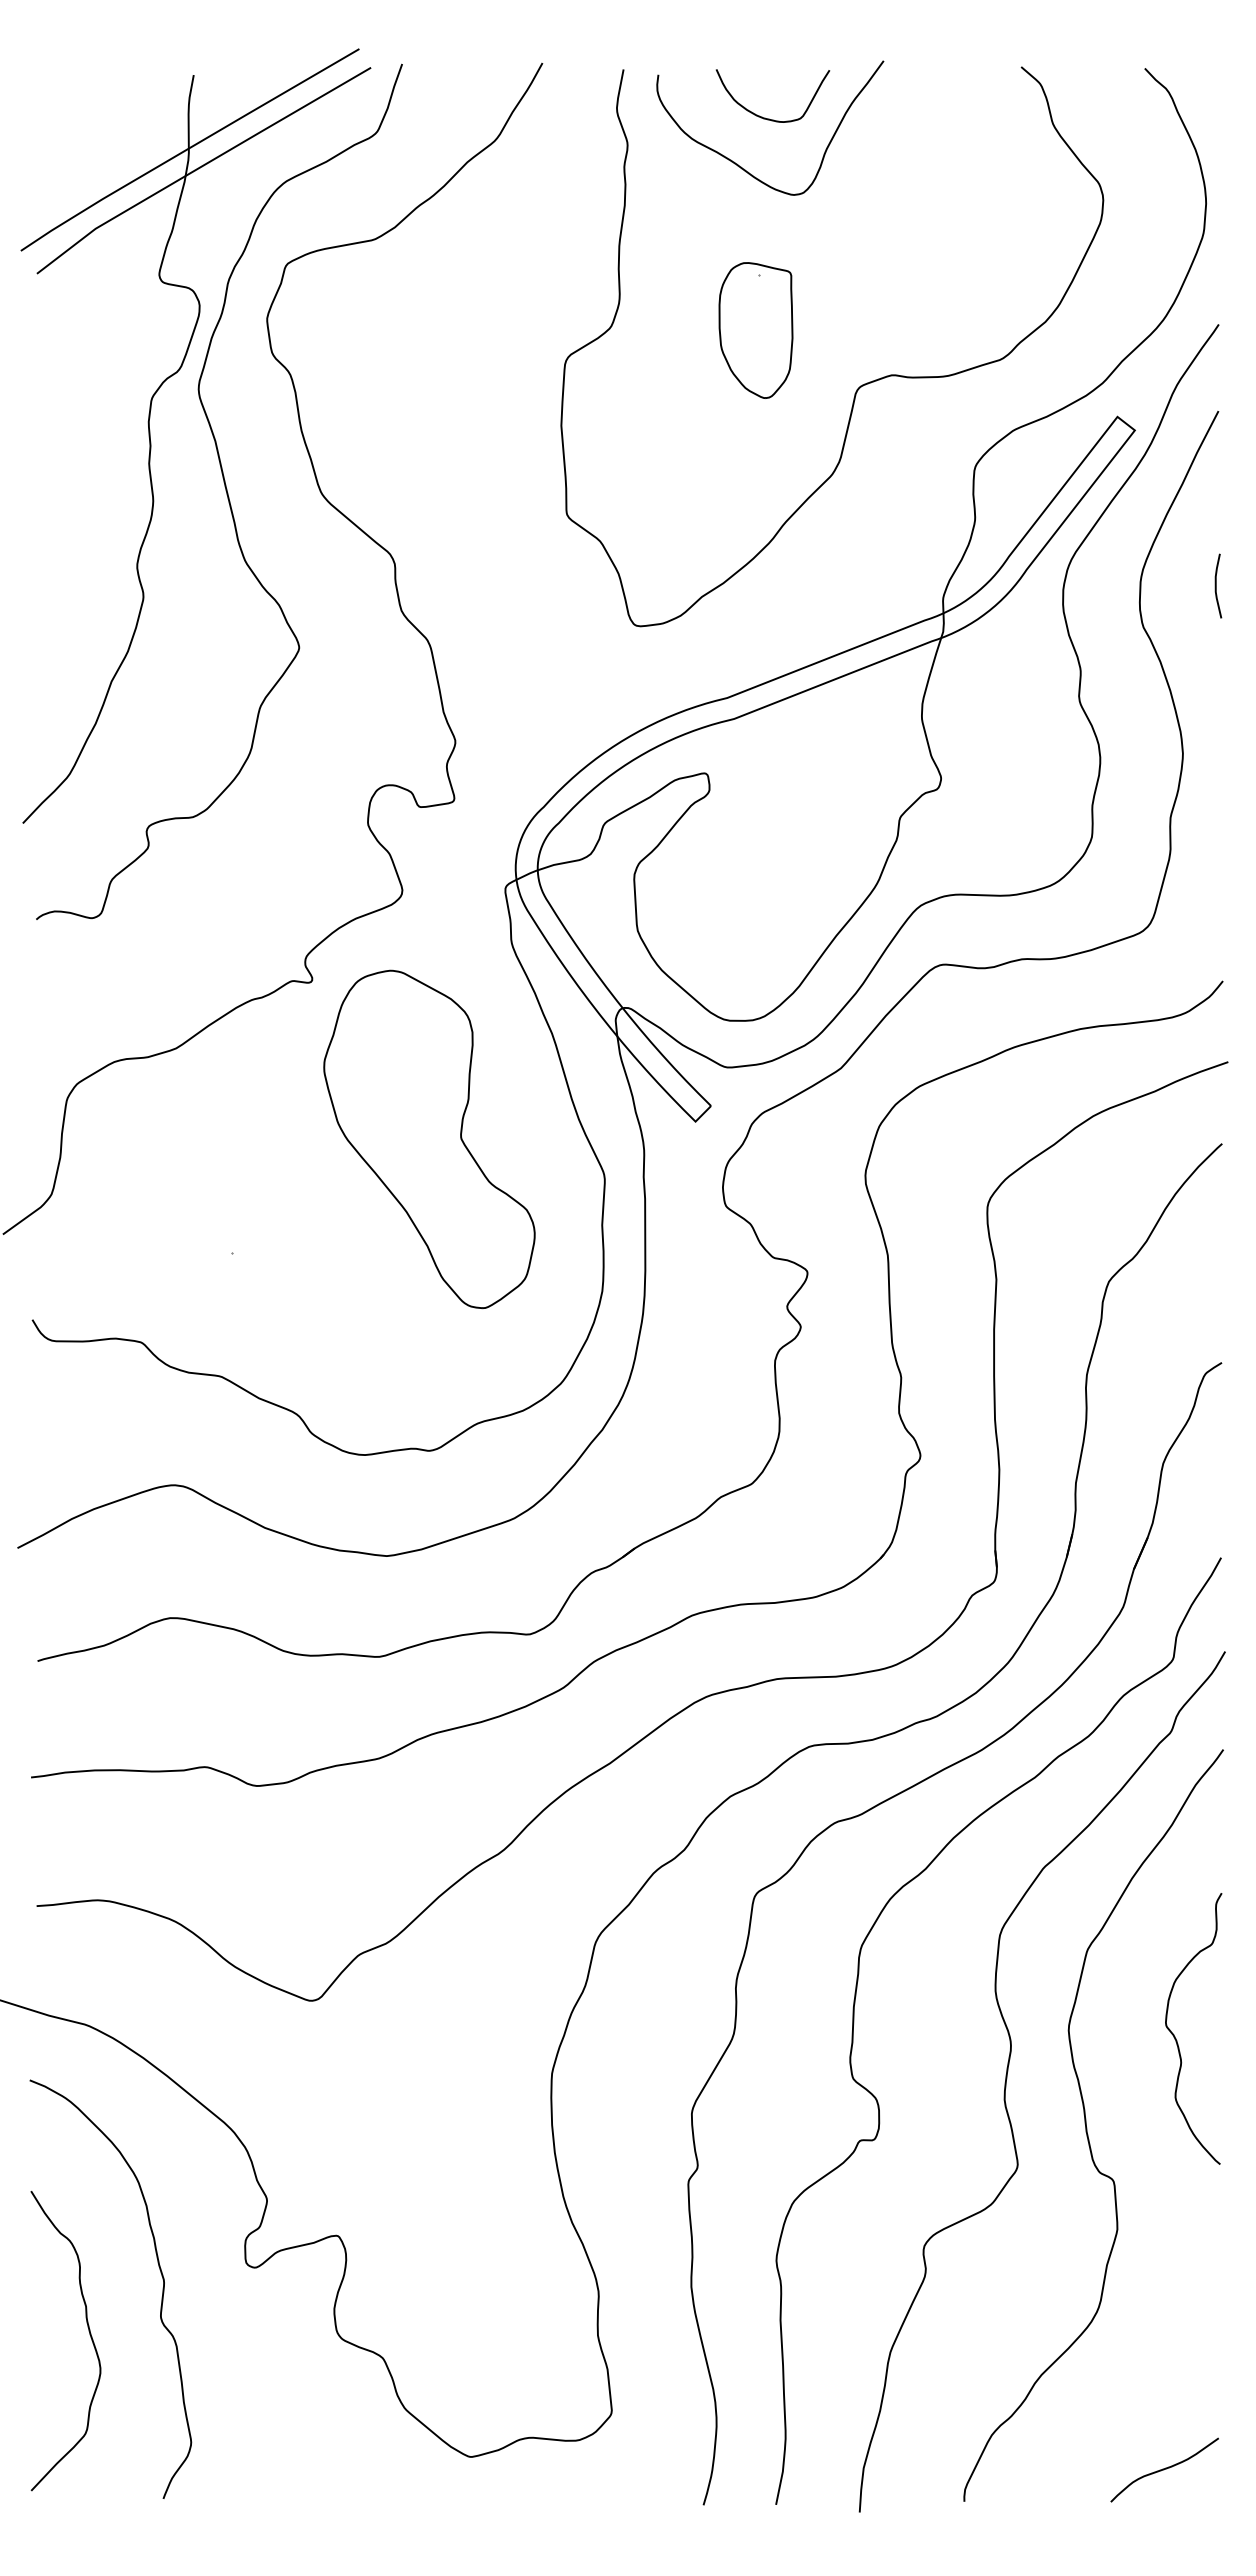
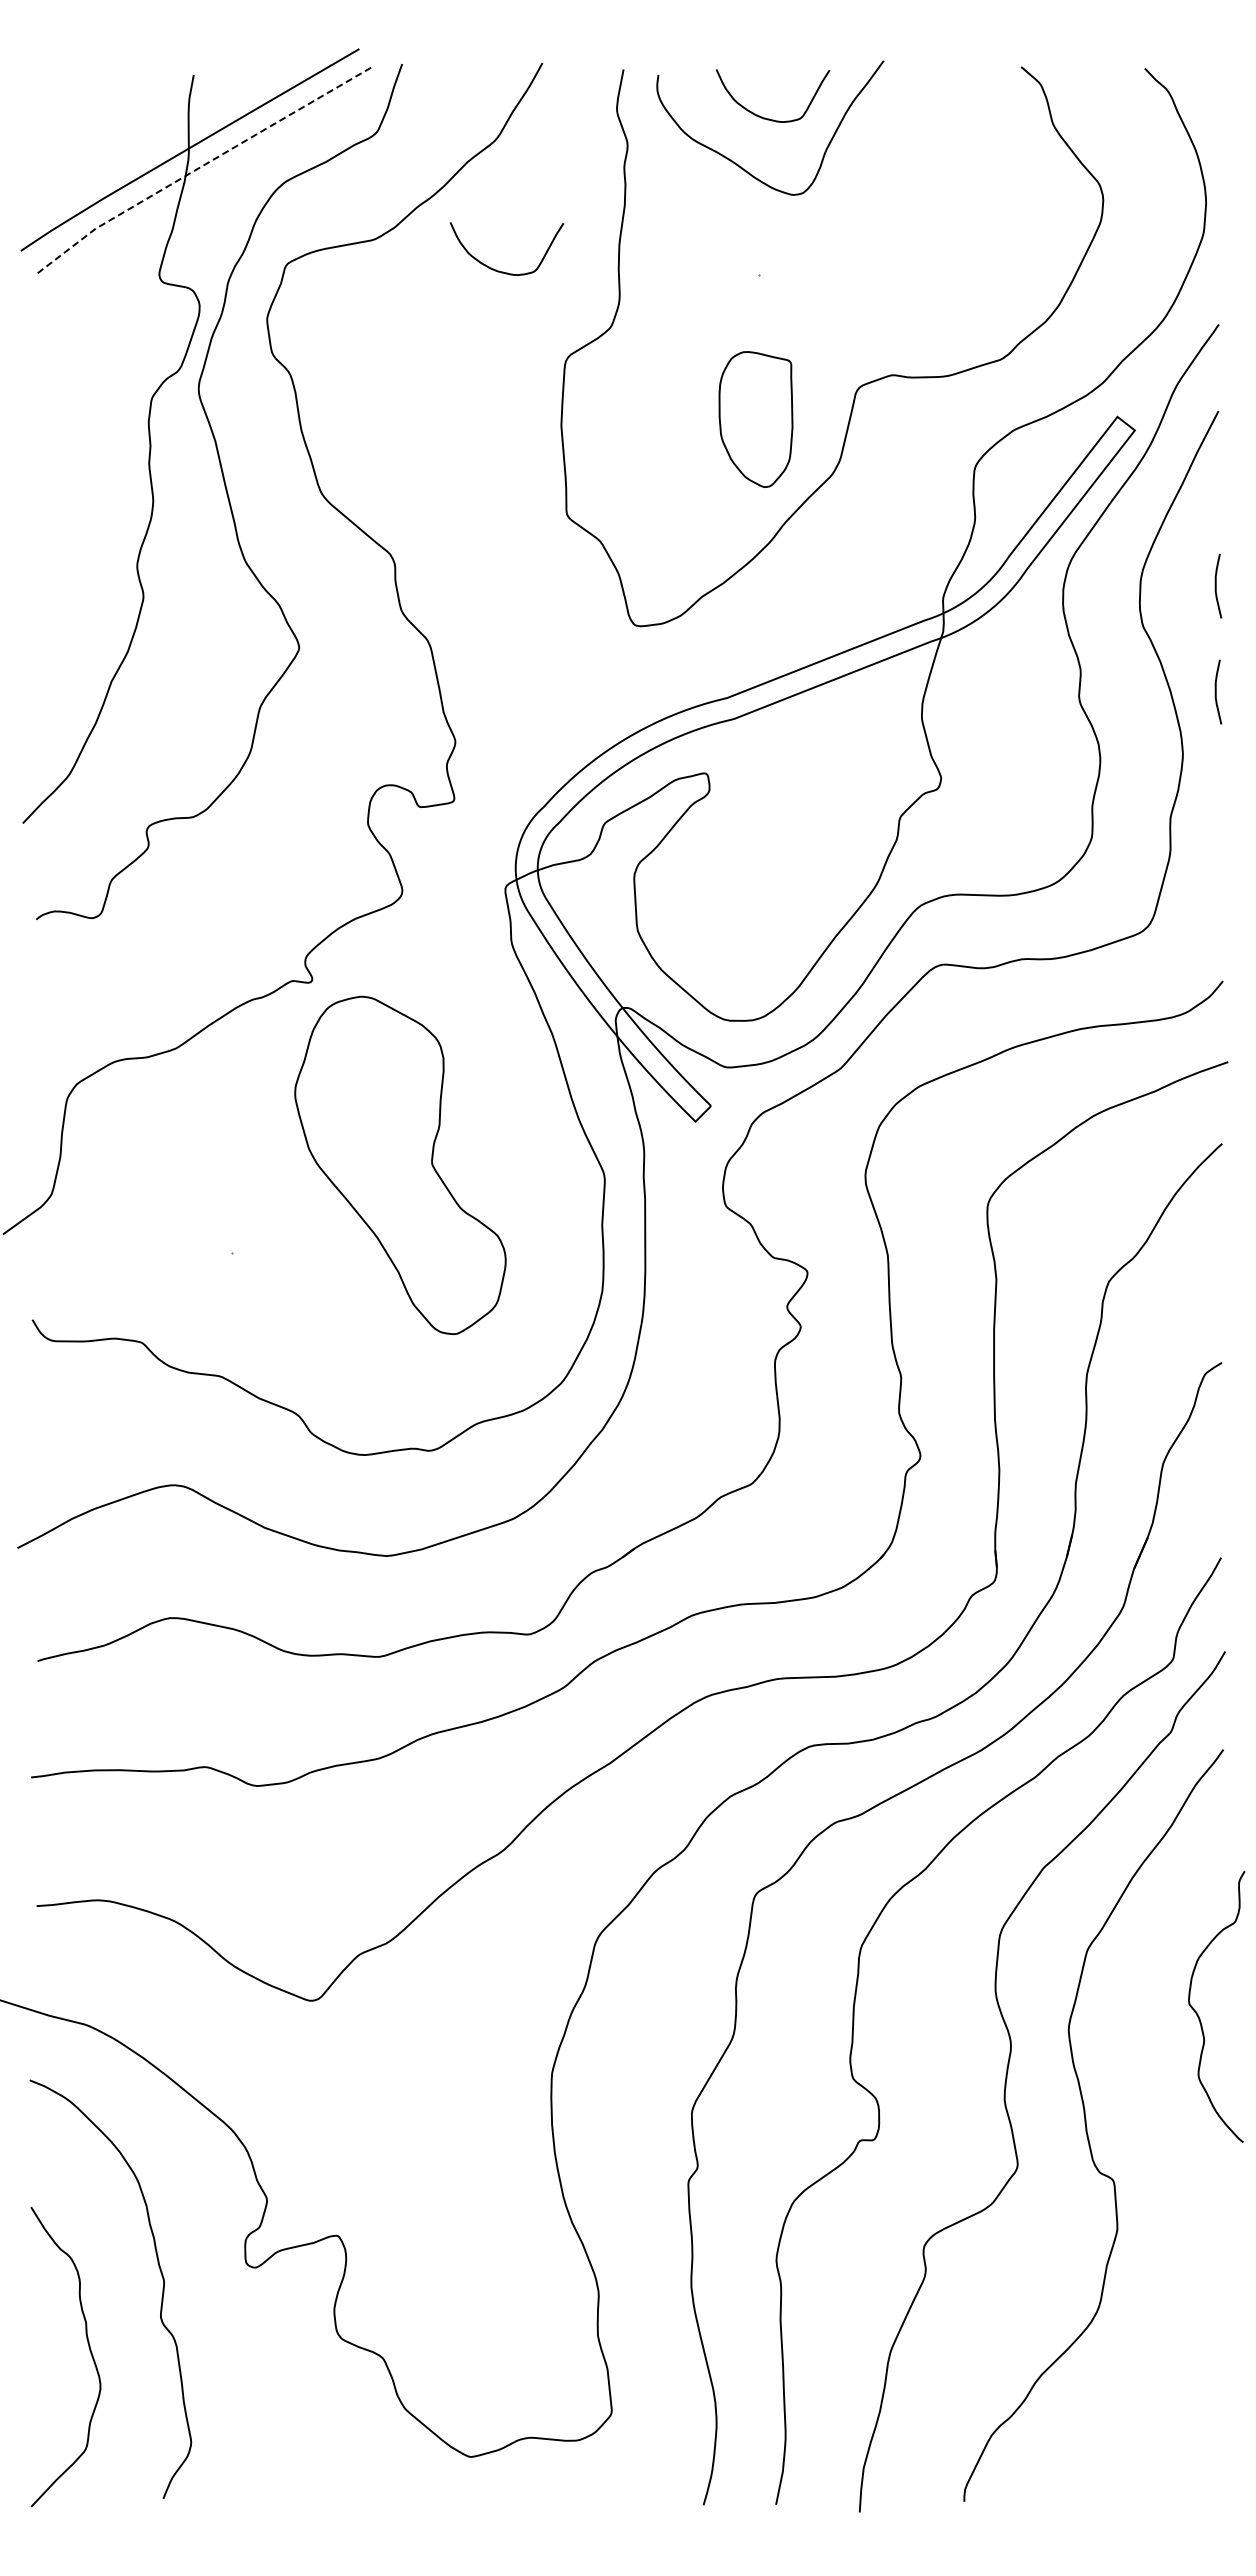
line at (200, 167): solid -> dashed
curve at (499, 270): none -> present
part at (755, 330) position: (755, 330) -> (755, 419)
curve at (1216, 691): none -> present
part at (429, 1139) position: (429, 1139) -> (400, 1165)
curve at (1175, 2036) position: (1175, 2036) -> (1198, 2014)
curve at (89, 2334) position: (89, 2334) -> (89, 2350)
curve at (1164, 2469): present -> none
